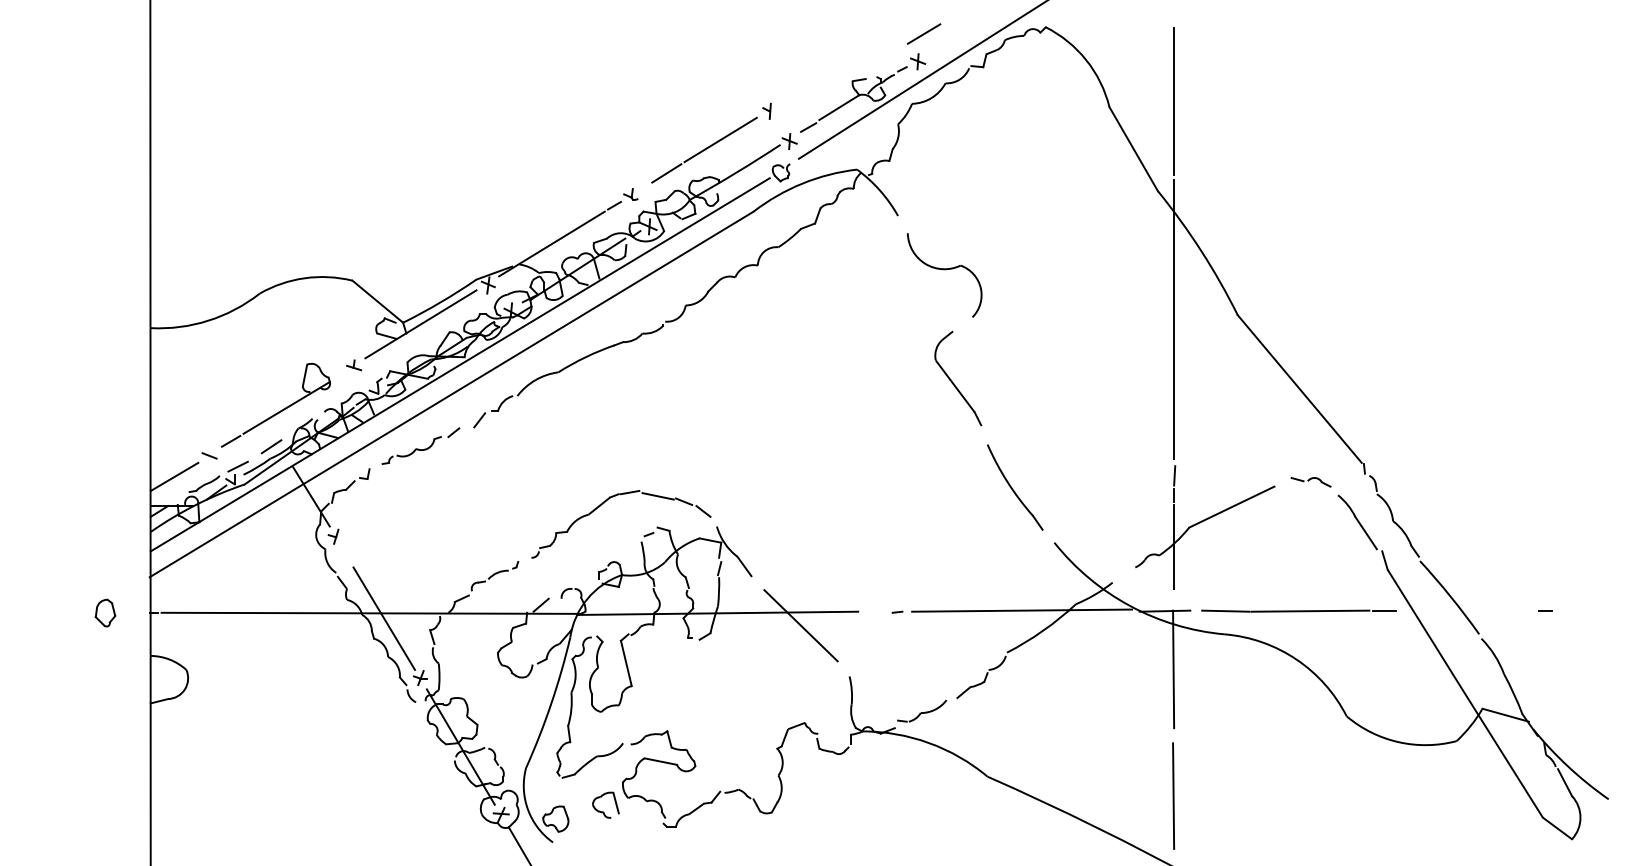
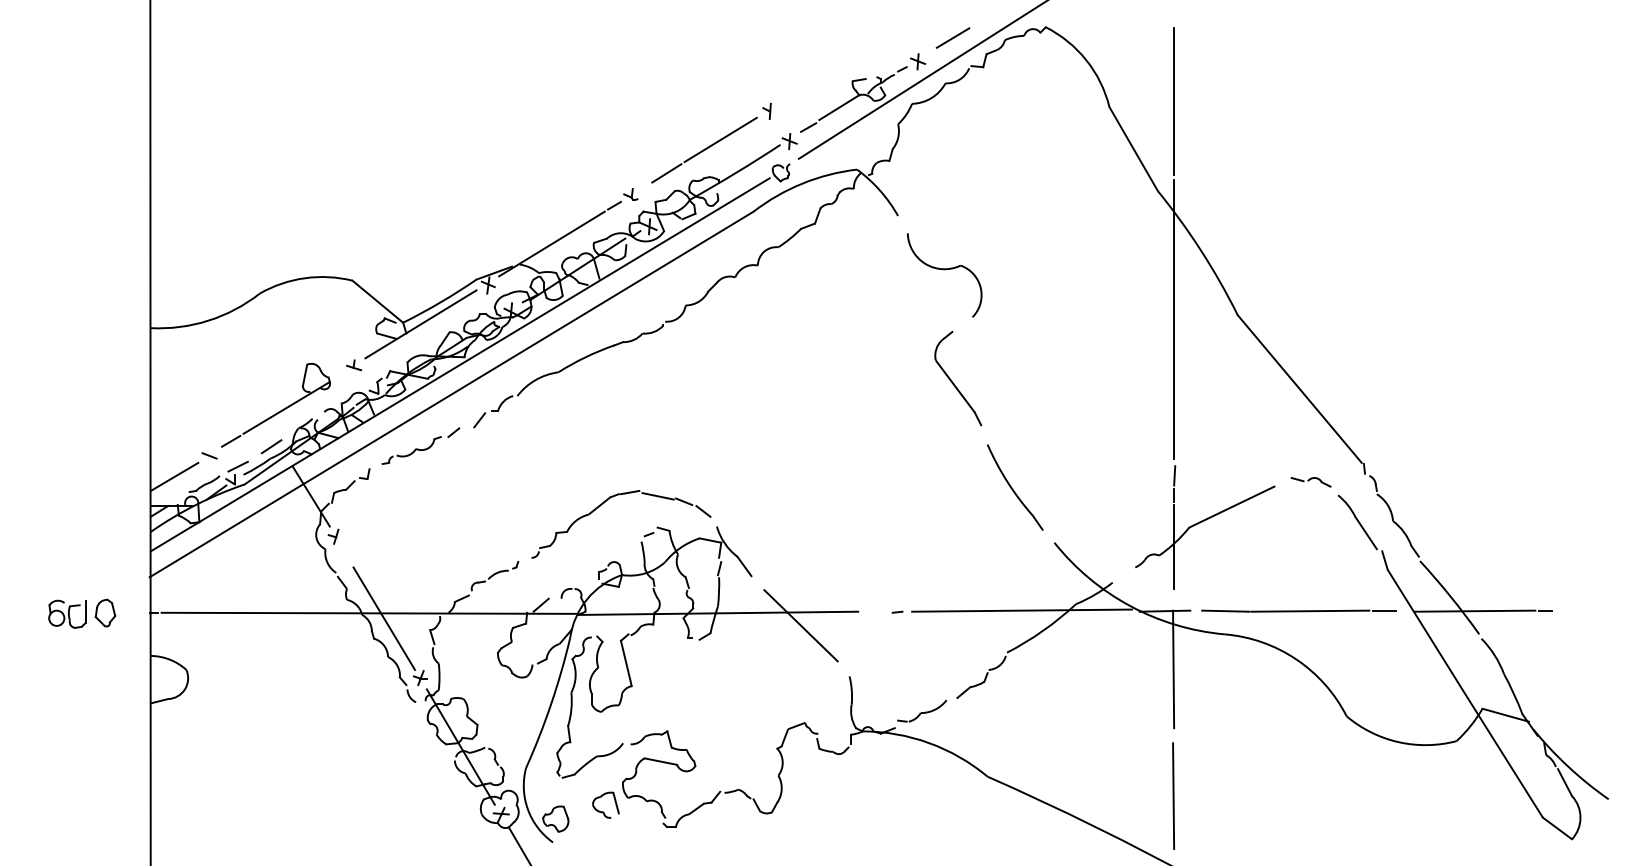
line at (923, 33) position: (923, 33) -> (952, 37)
line at (1474, 610): none -> present
part at (67, 613): none -> present
